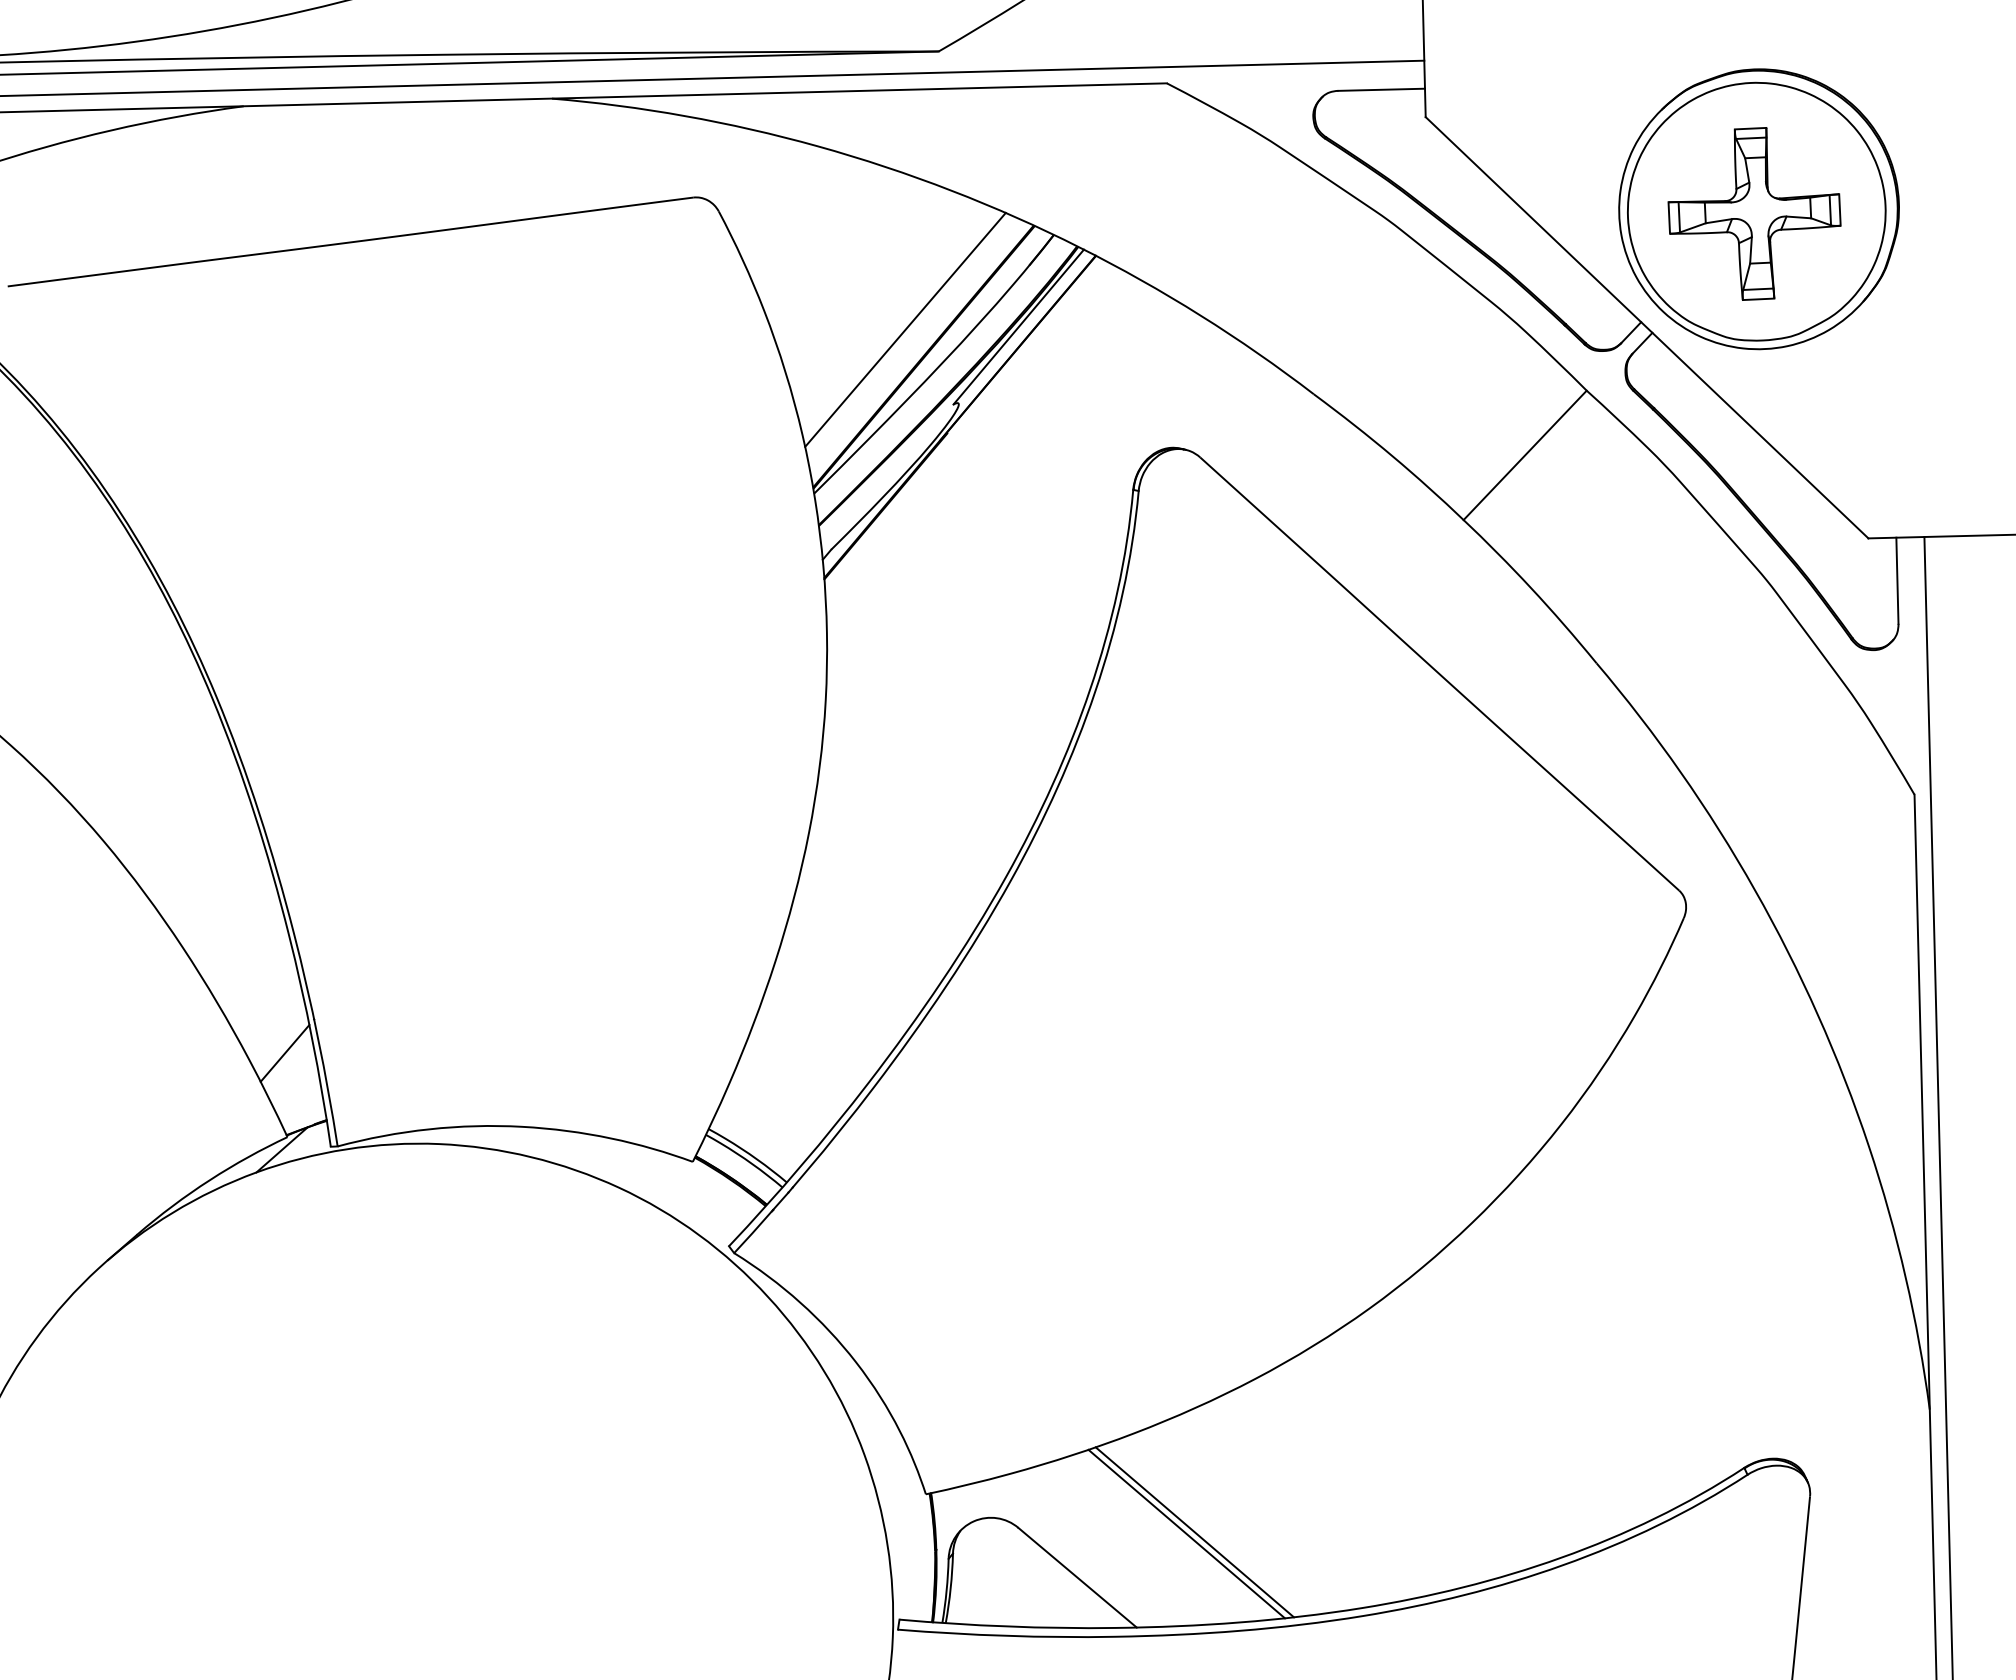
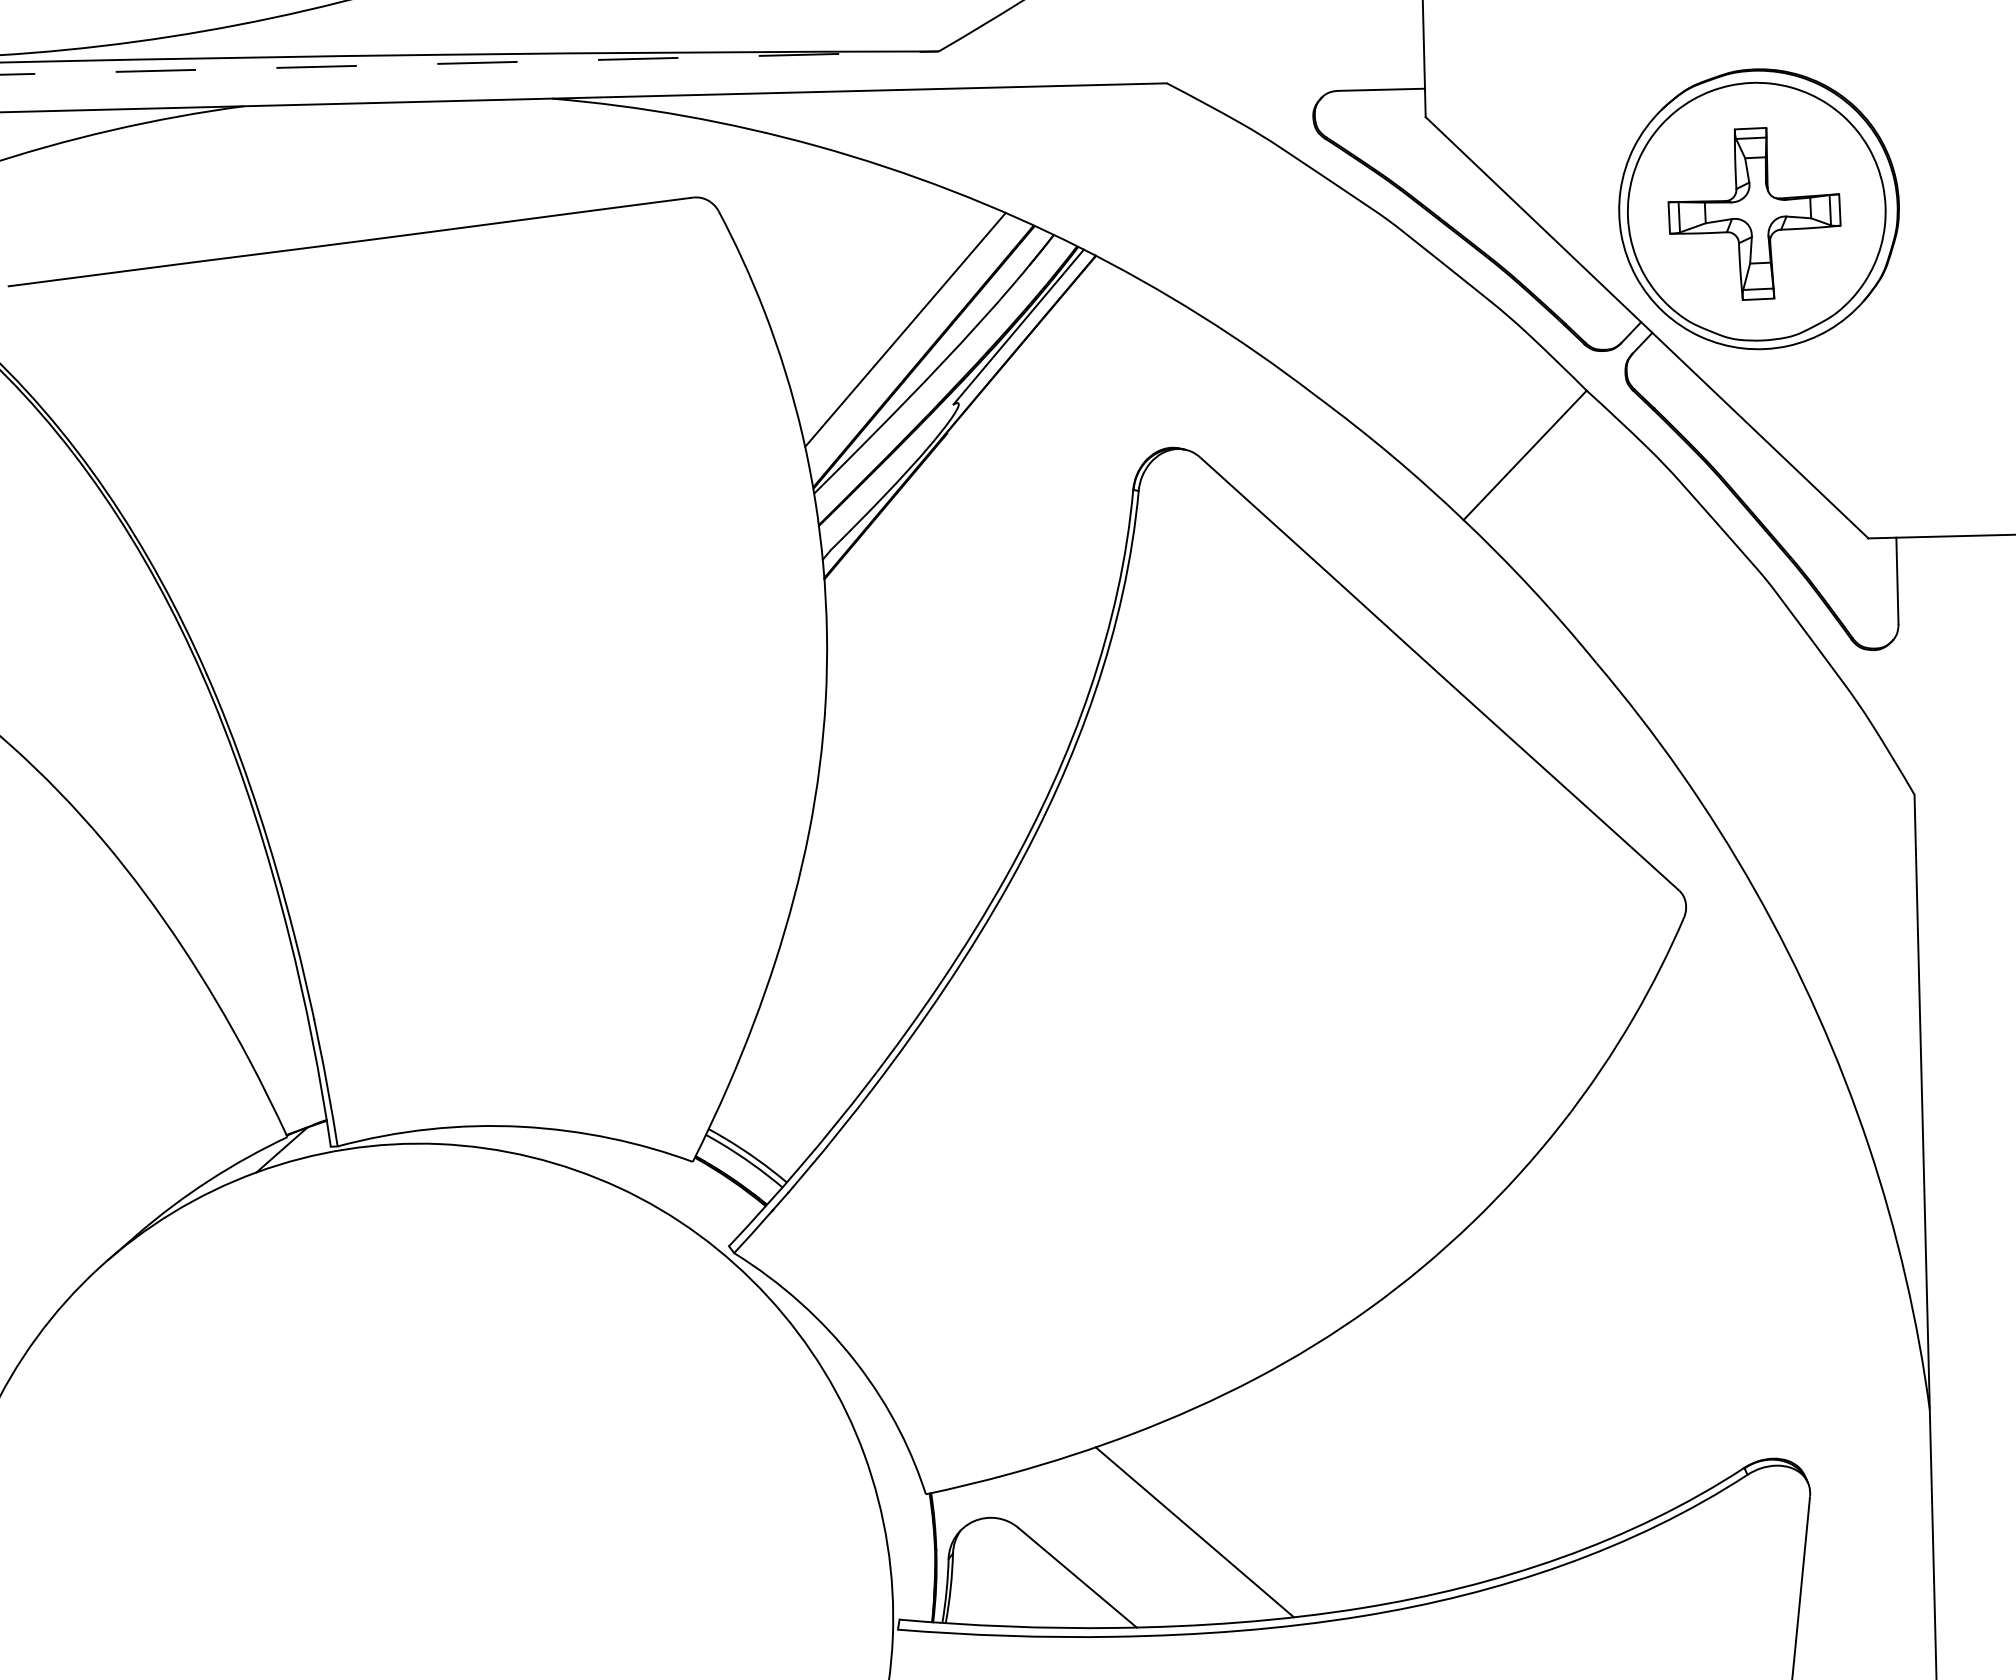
line at (470, 63): solid -> dashed
line at (713, 78): present -> none
line at (284, 1052): present -> none
line at (1938, 1106): present -> none
line at (1186, 1533): present -> none
